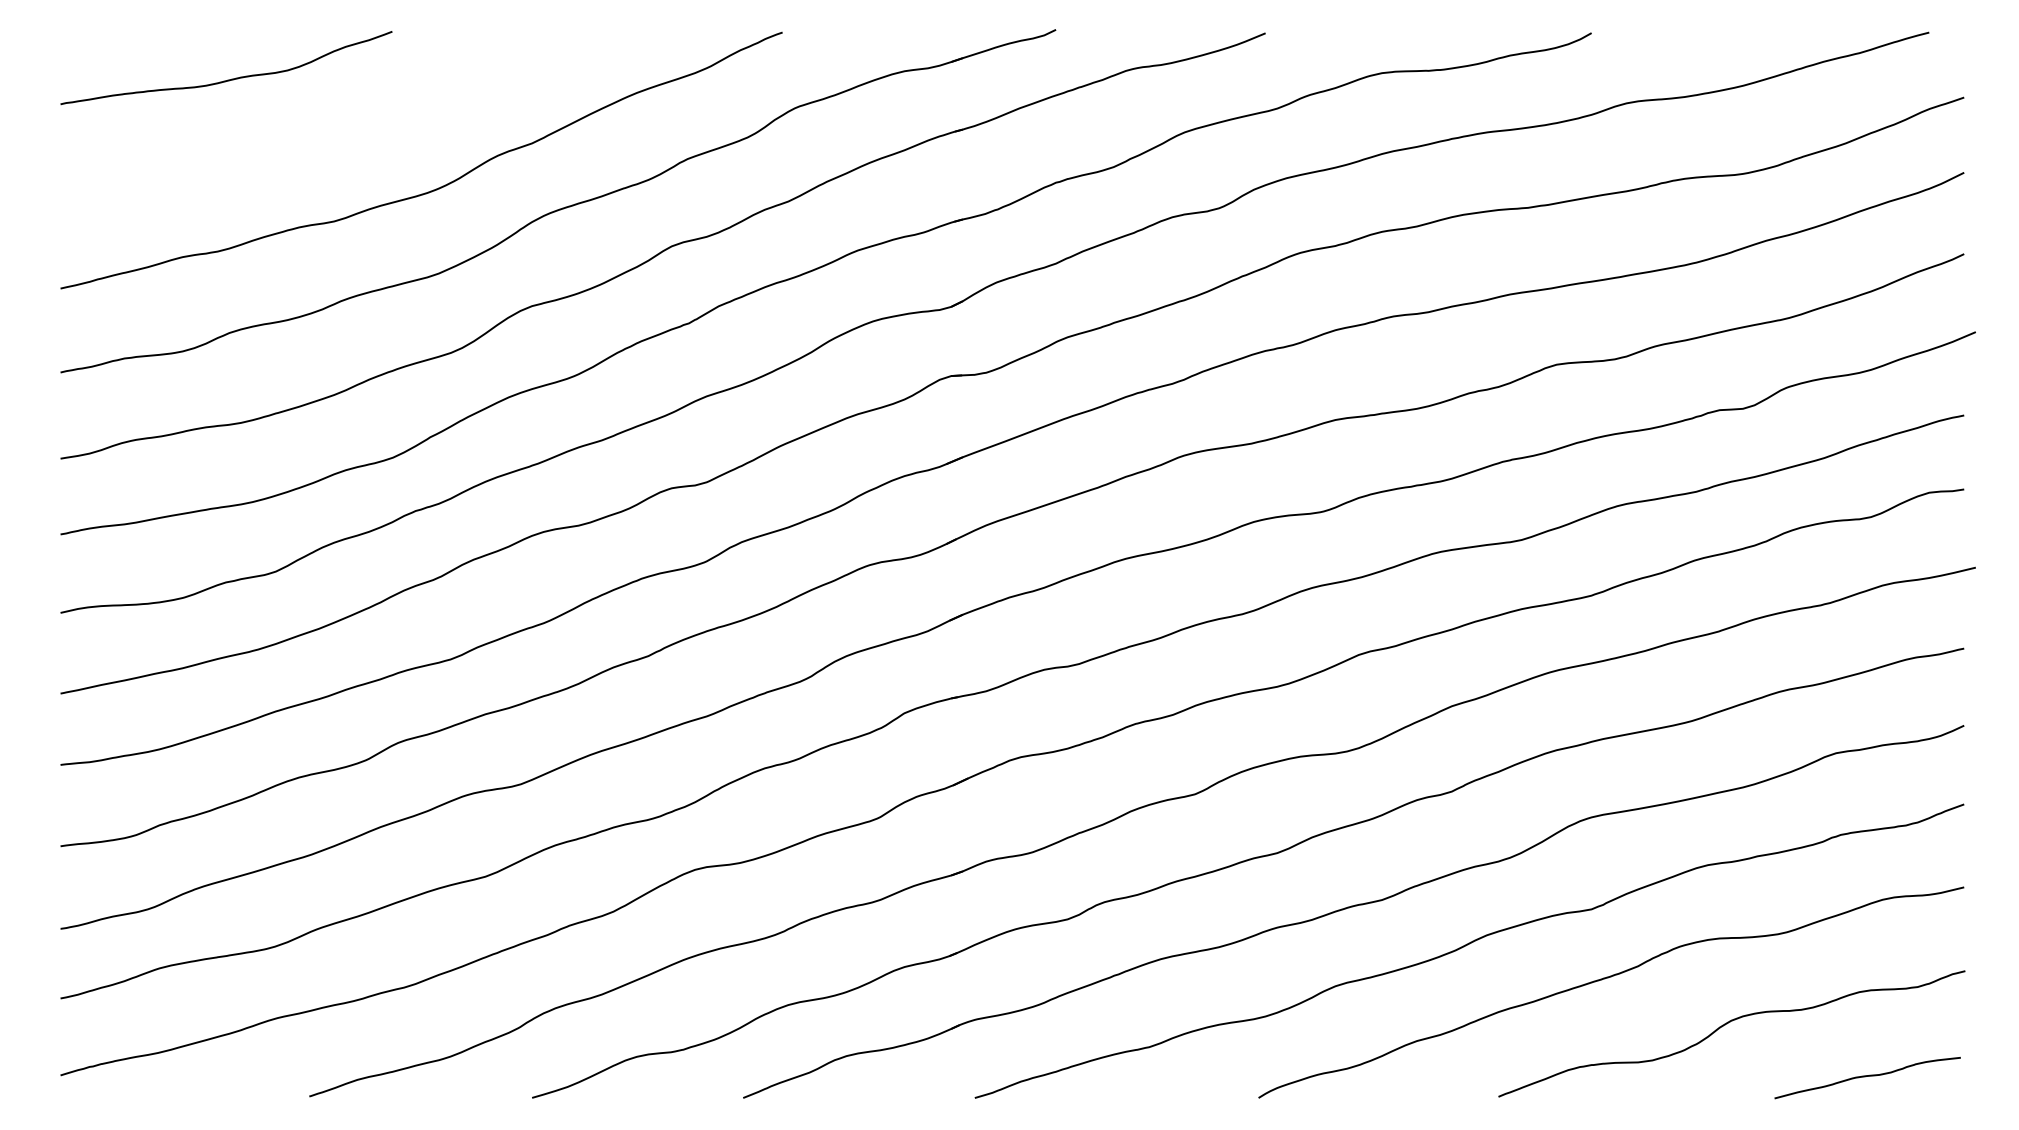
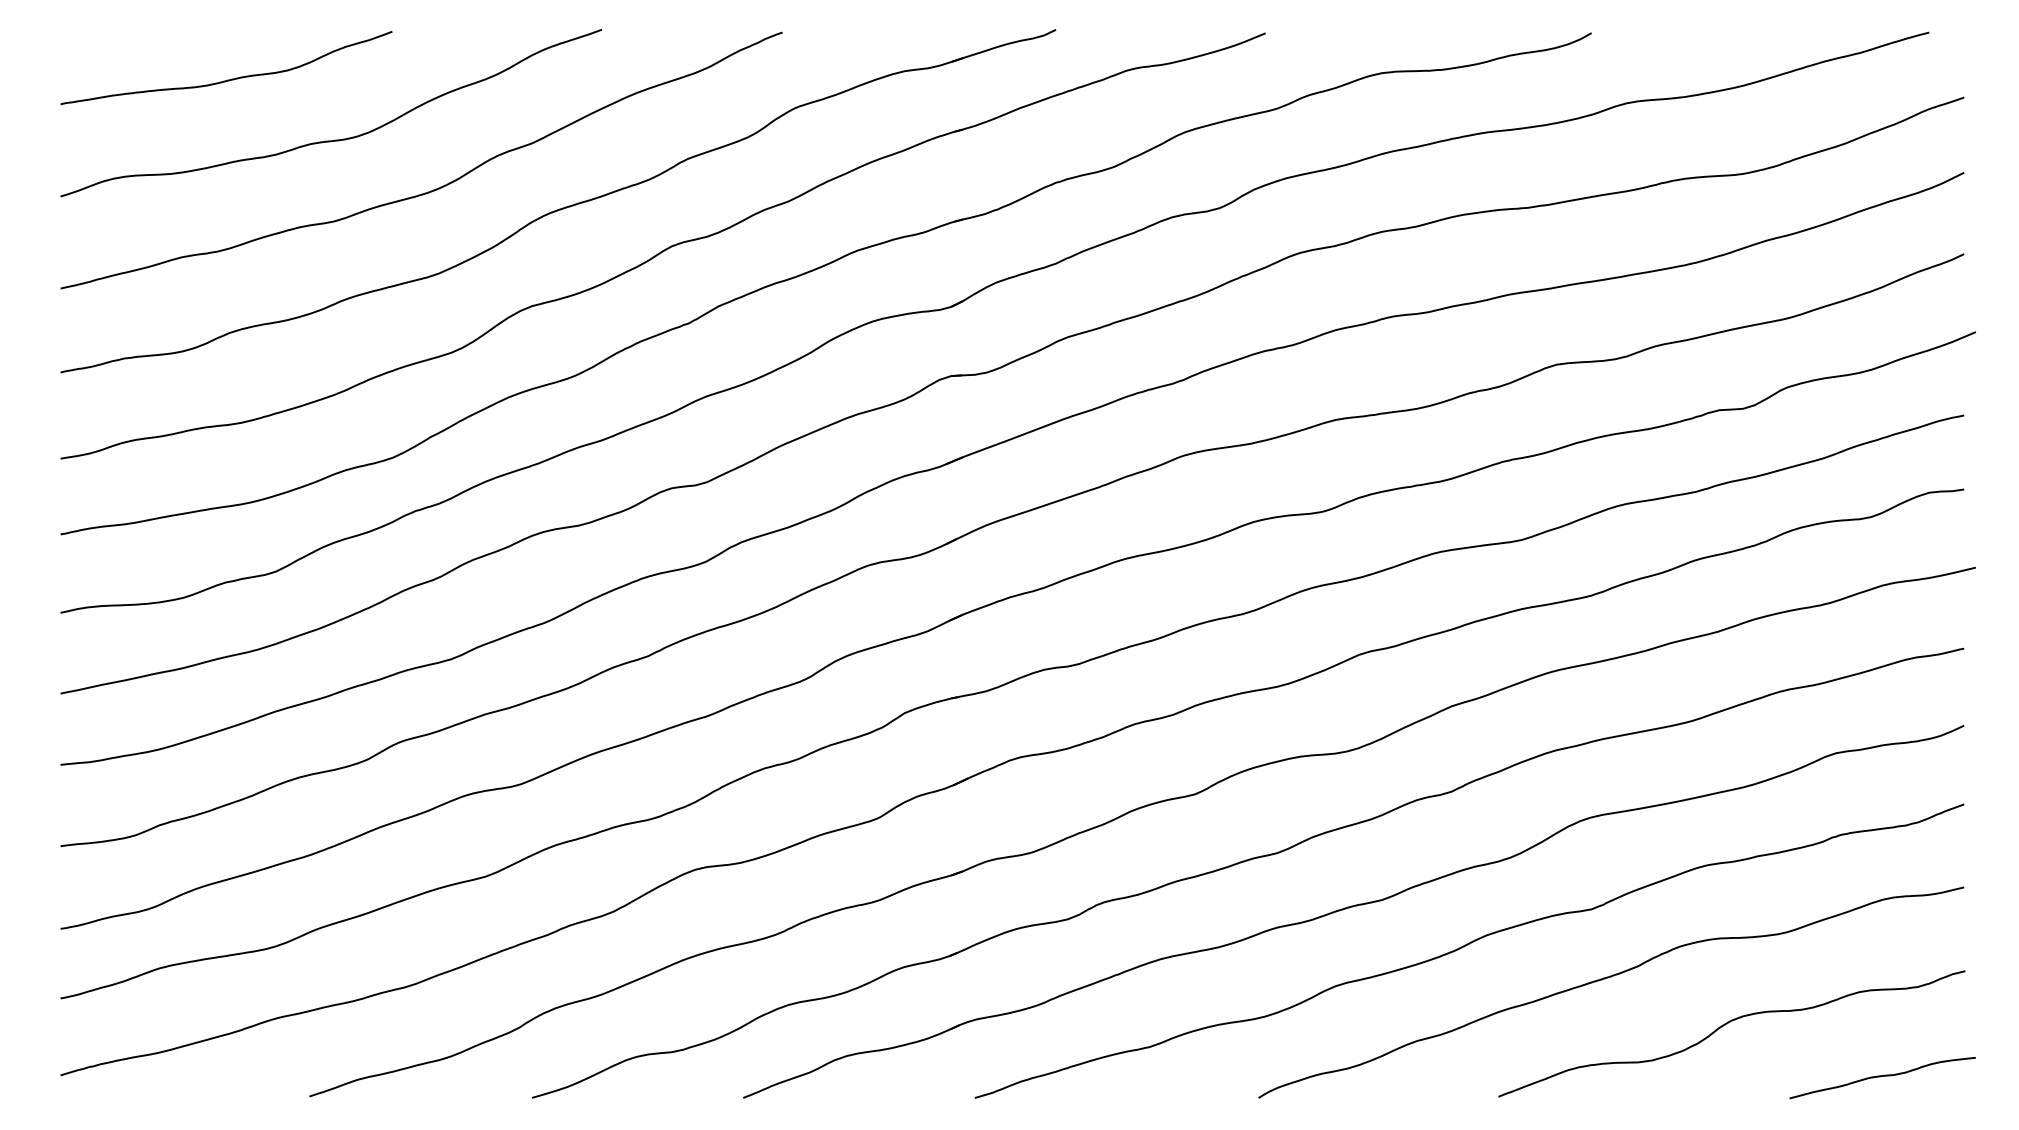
curve at (334, 139): none -> present
curve at (1867, 1076) position: (1867, 1076) -> (1882, 1076)
